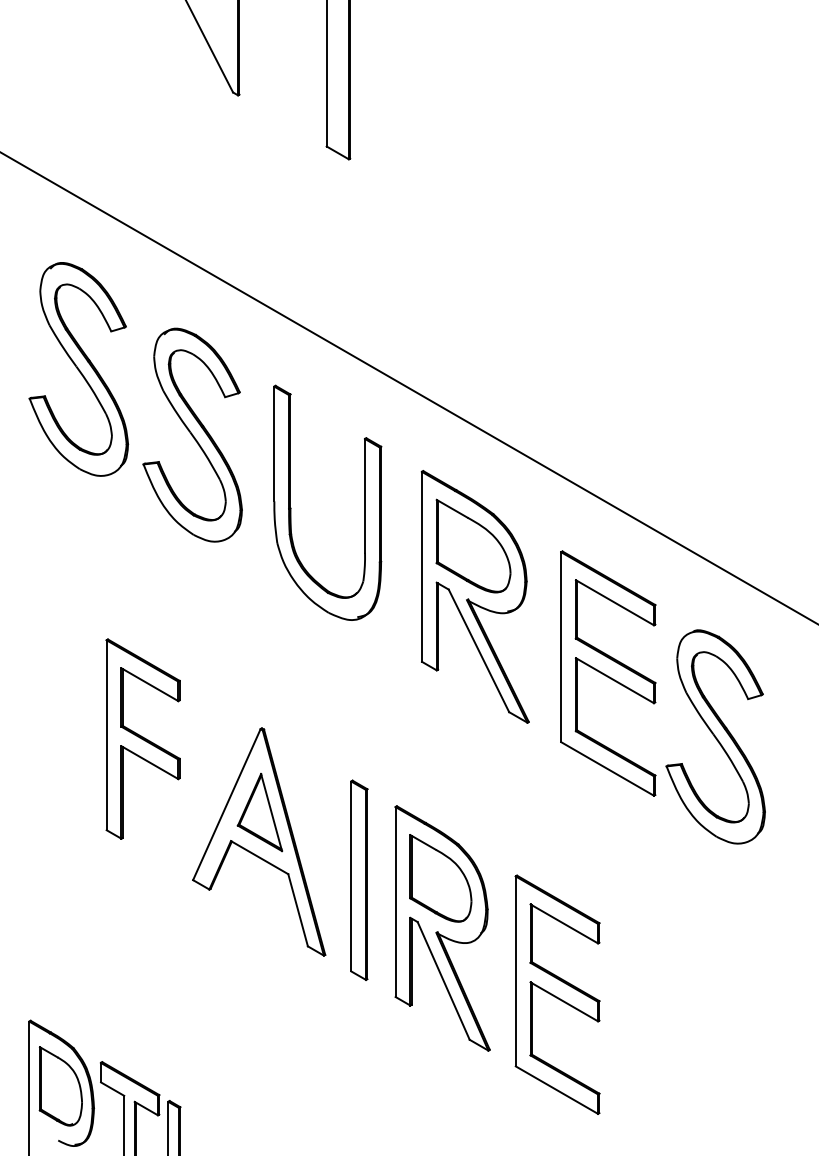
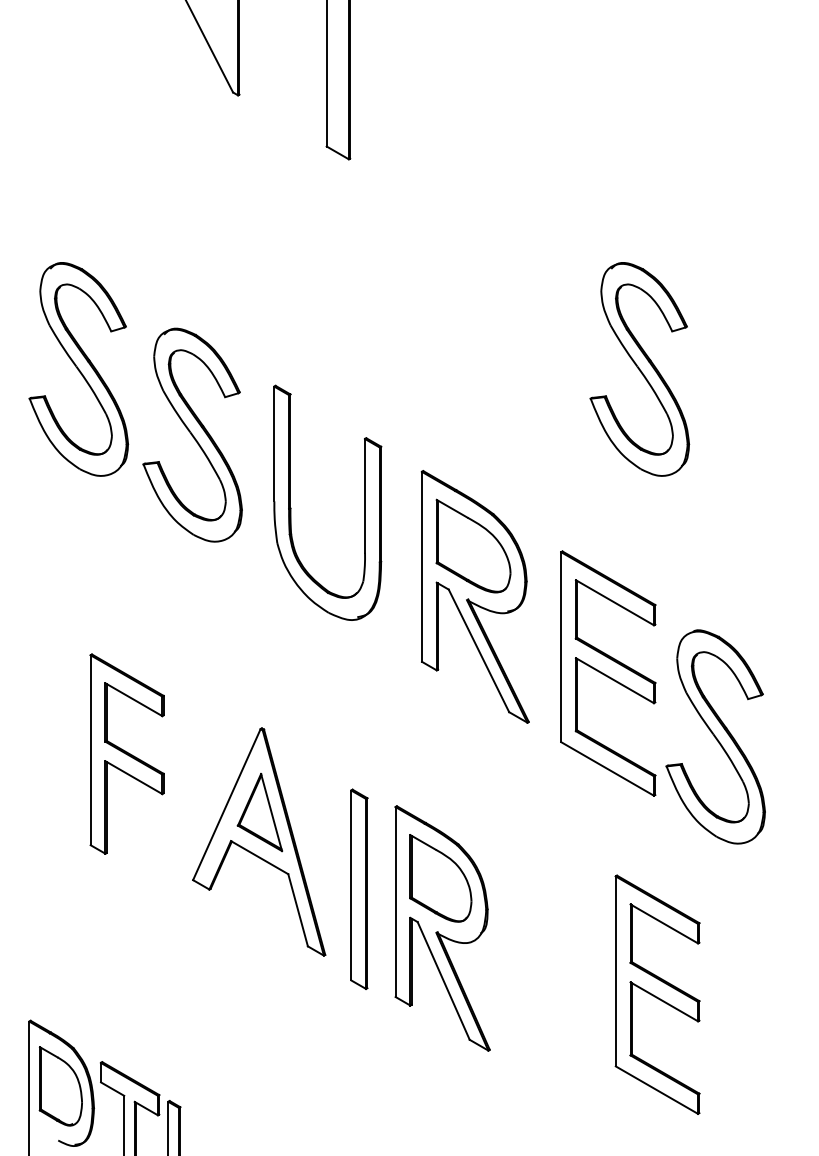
part at (639, 369): none -> present
line at (408, 388): present -> none
part at (142, 738) position: (142, 738) -> (126, 753)
part at (359, 879) position: (359, 879) -> (359, 888)
part at (557, 994) position: (557, 994) -> (657, 994)
